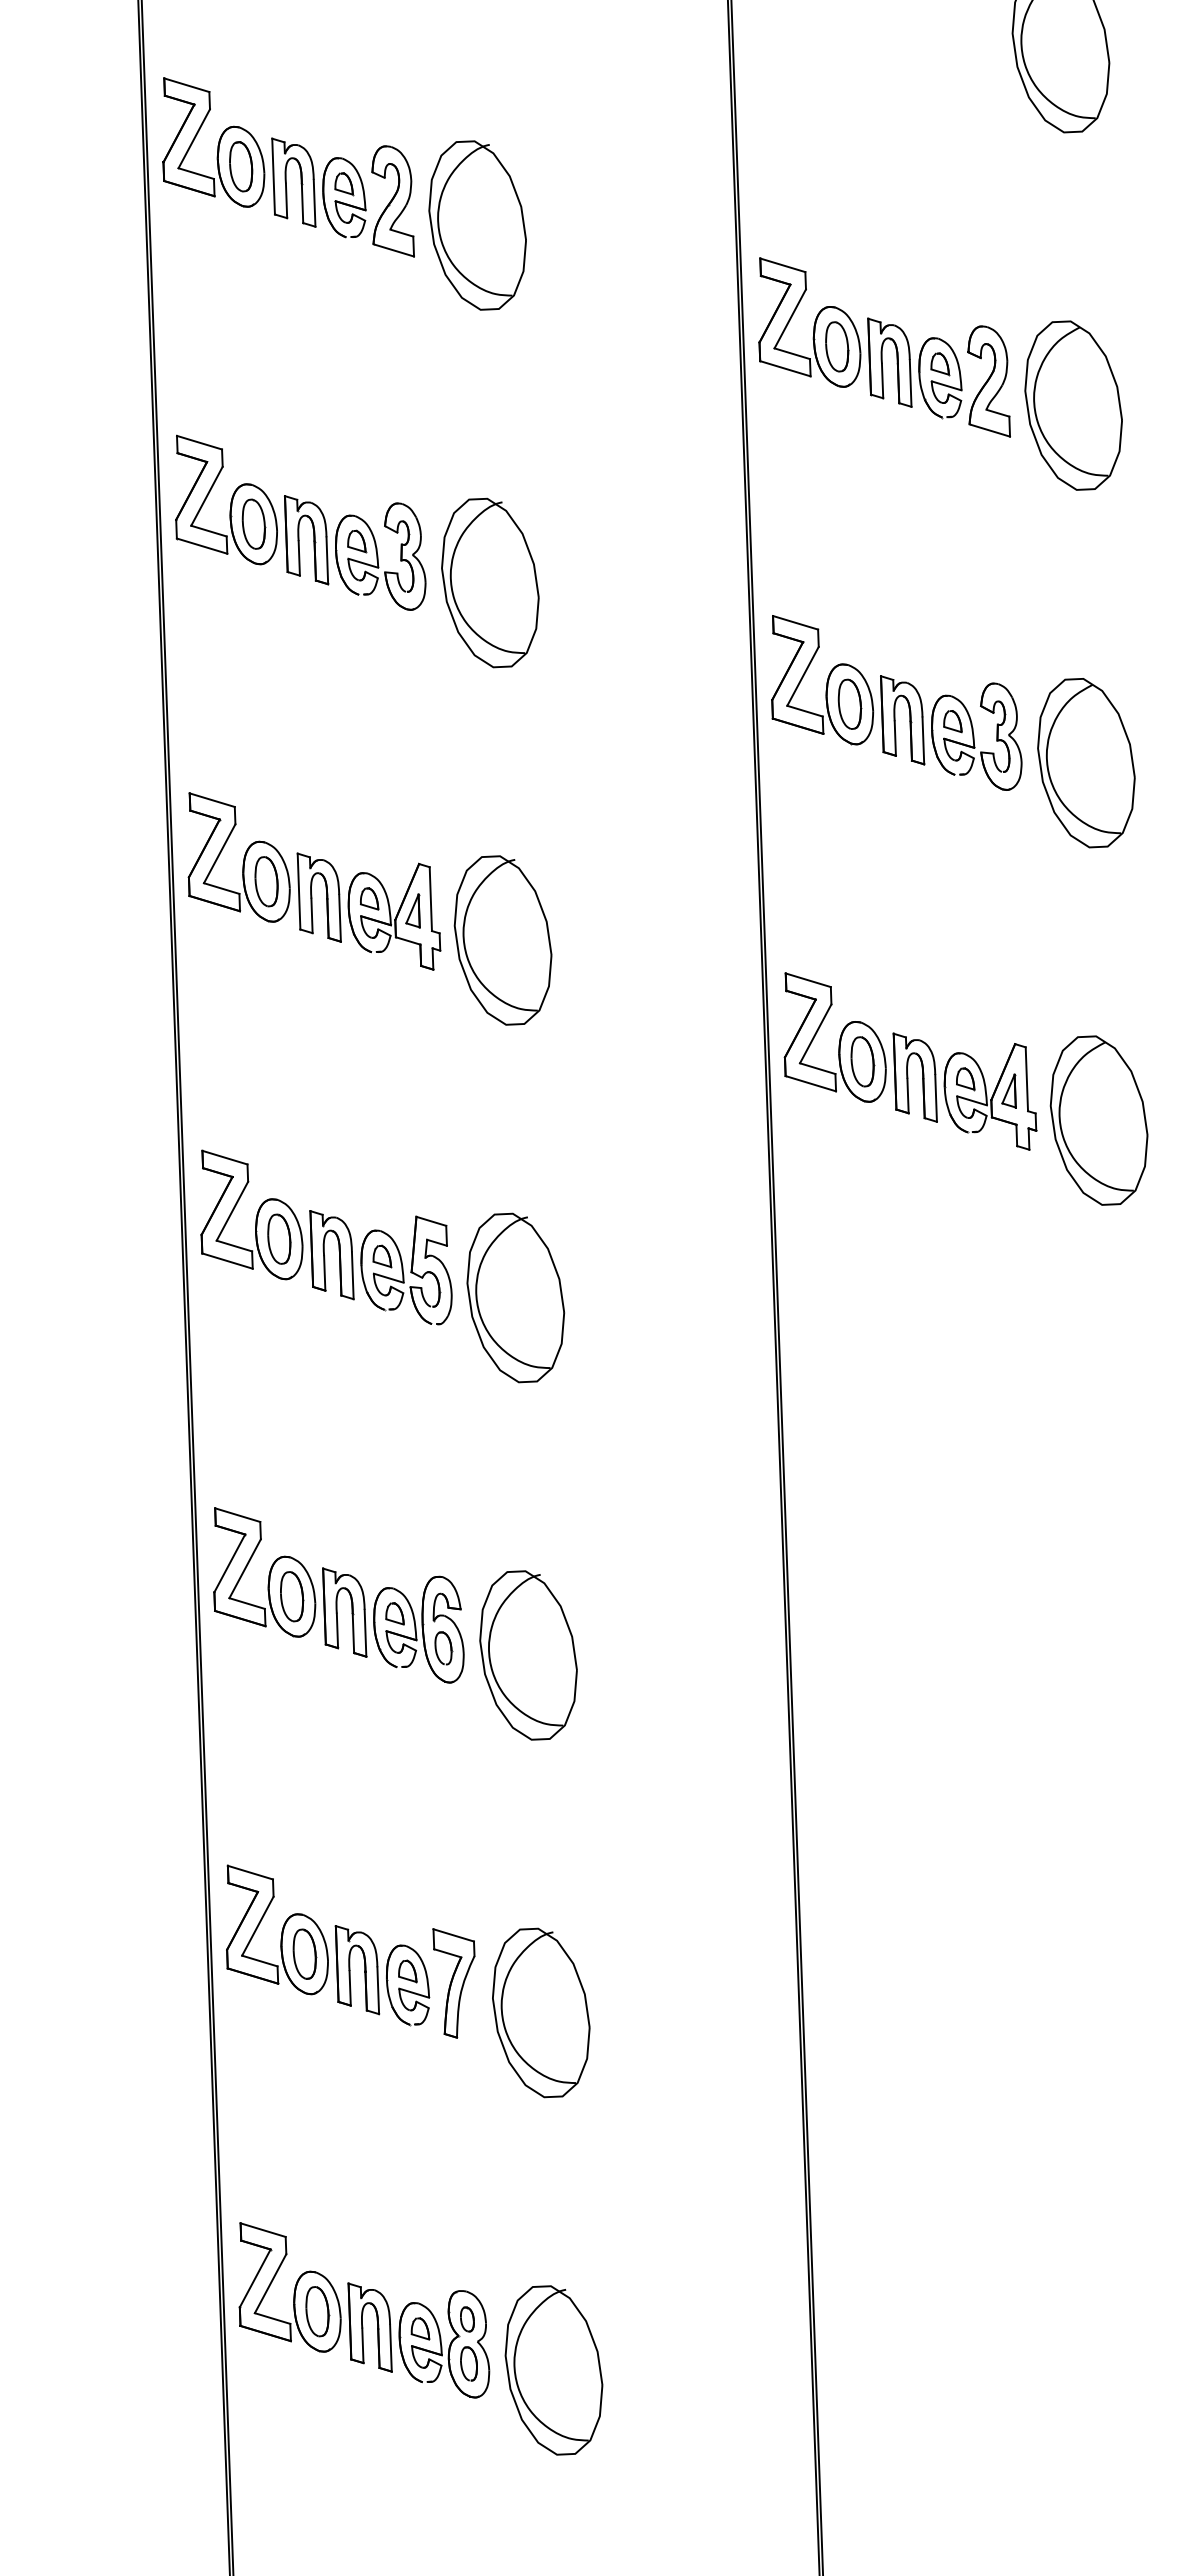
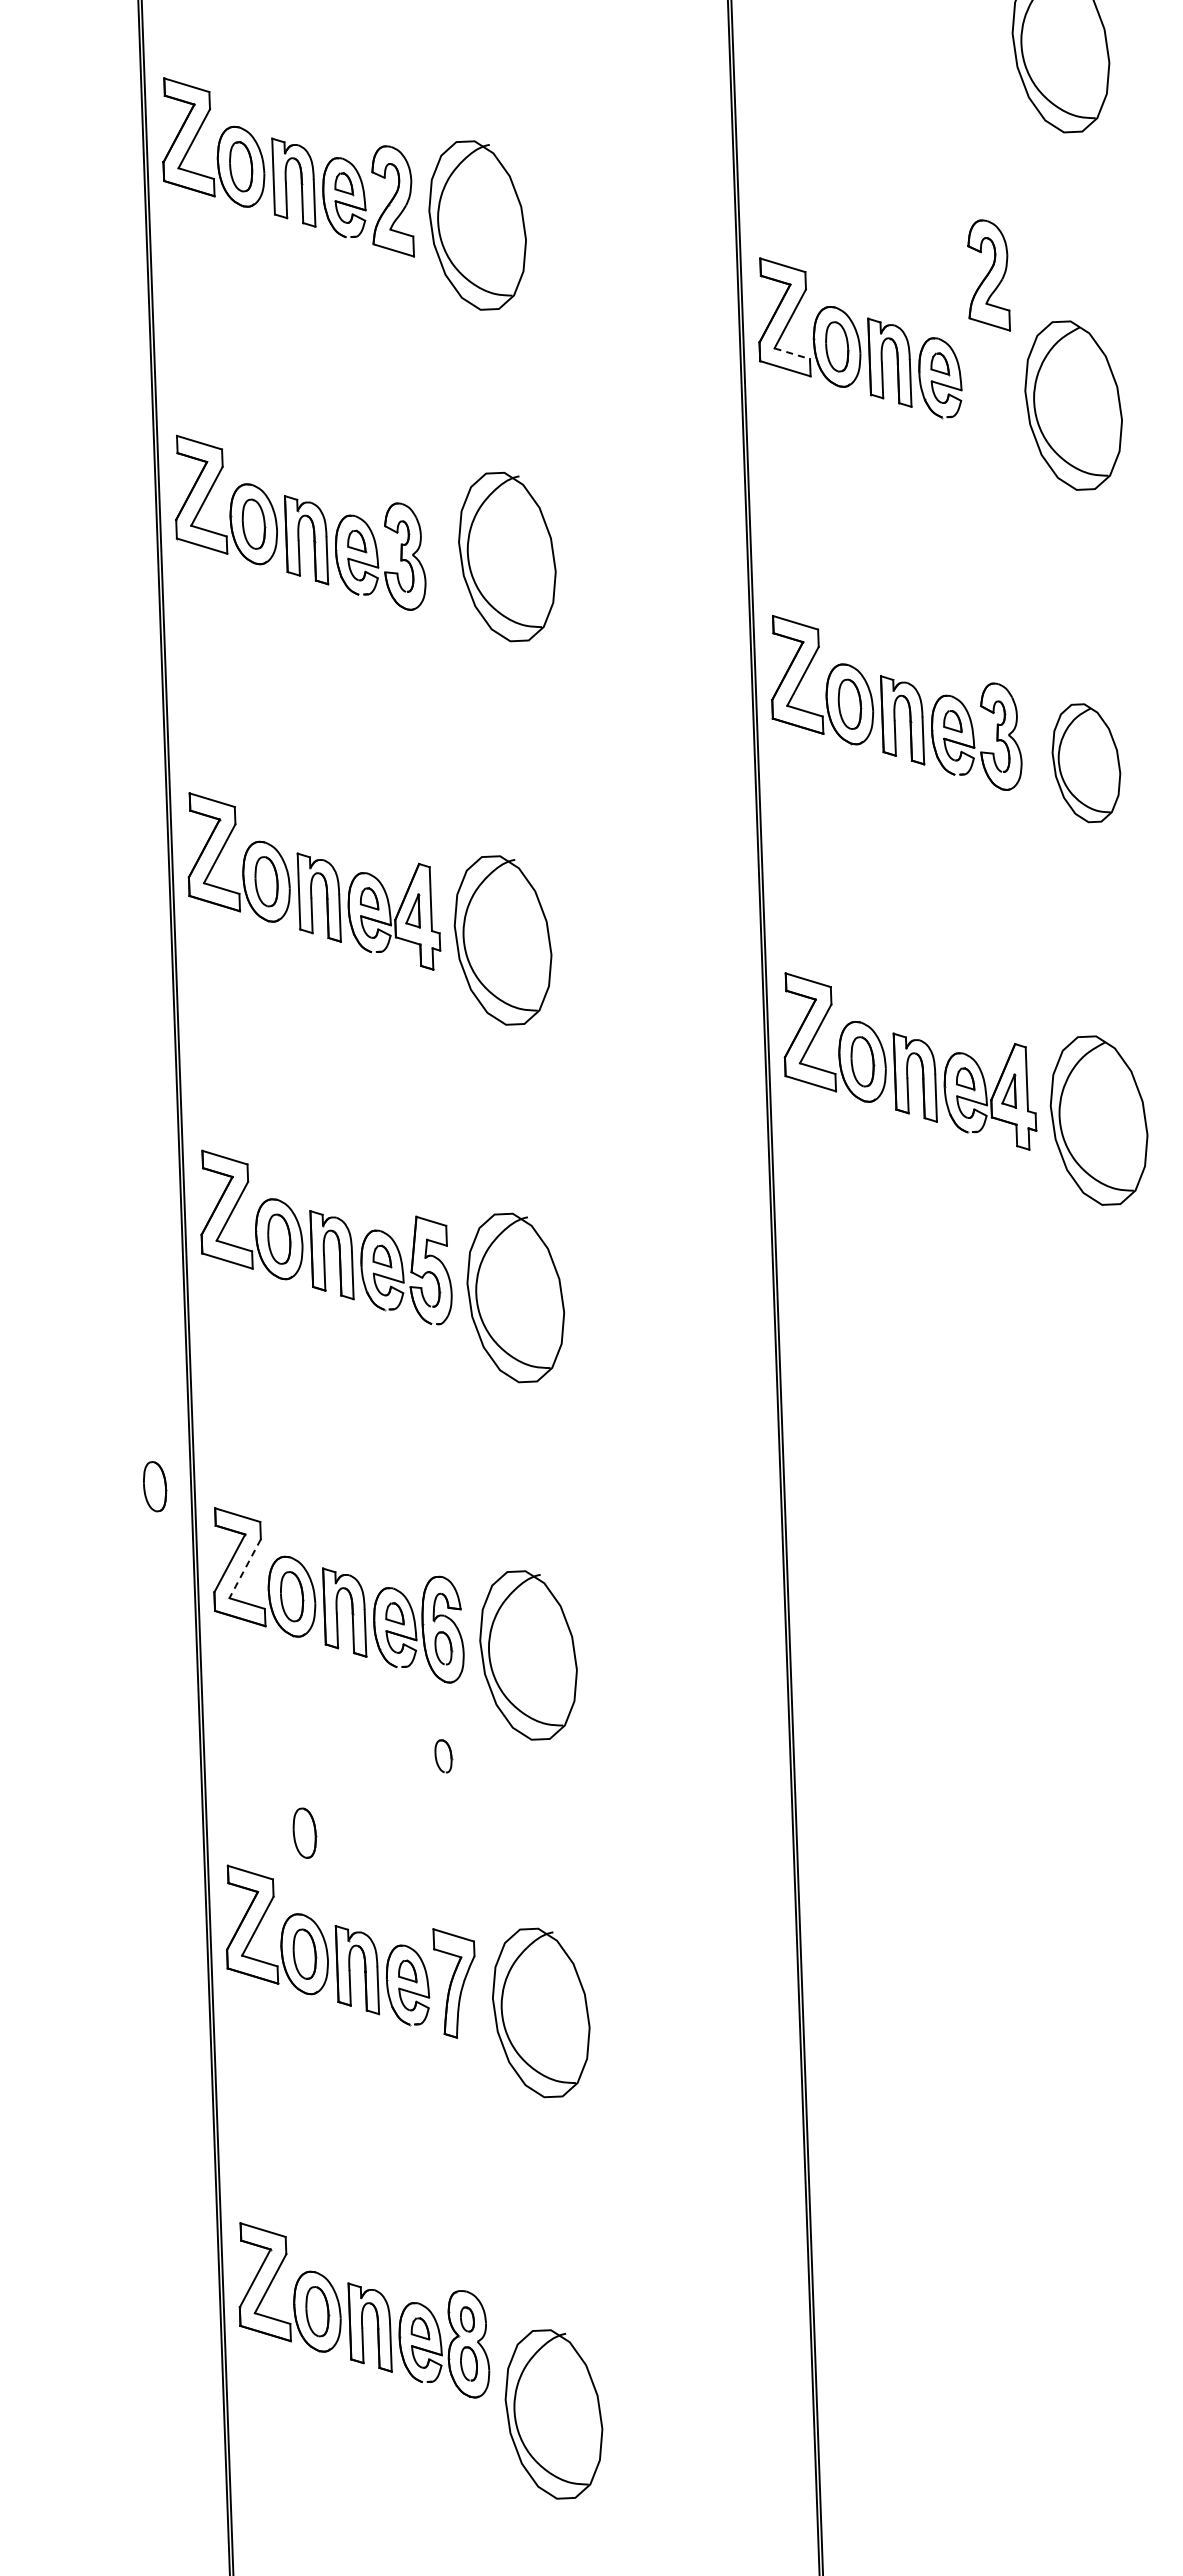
line at (792, 353): solid -> dashed
part at (988, 381) position: (988, 381) -> (988, 275)
part at (490, 582) position: (490, 582) -> (507, 556)
part at (1086, 763) size: 99x171 px -> 71x121 px
part at (155, 1486): none -> present
line at (244, 1569): solid -> dashed
part at (443, 1756): none -> present
part at (304, 1832): none -> present
part at (553, 2370) position: (553, 2370) -> (553, 2414)
